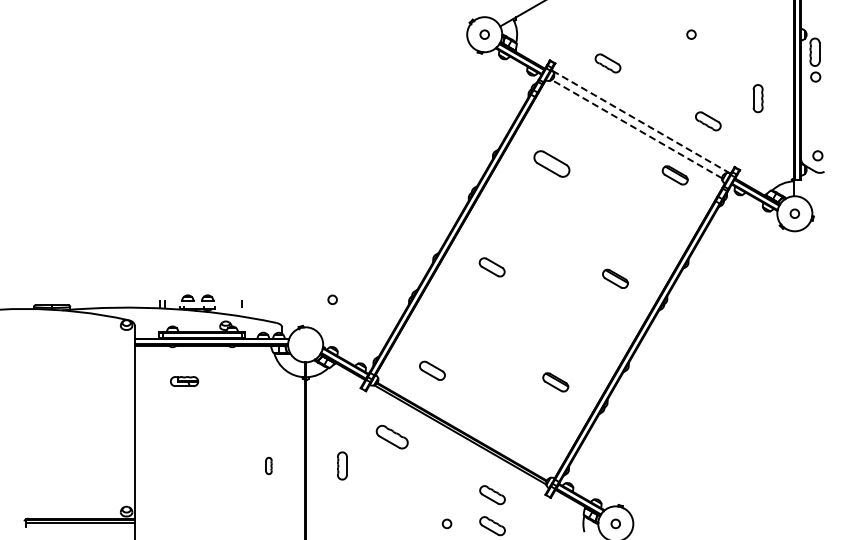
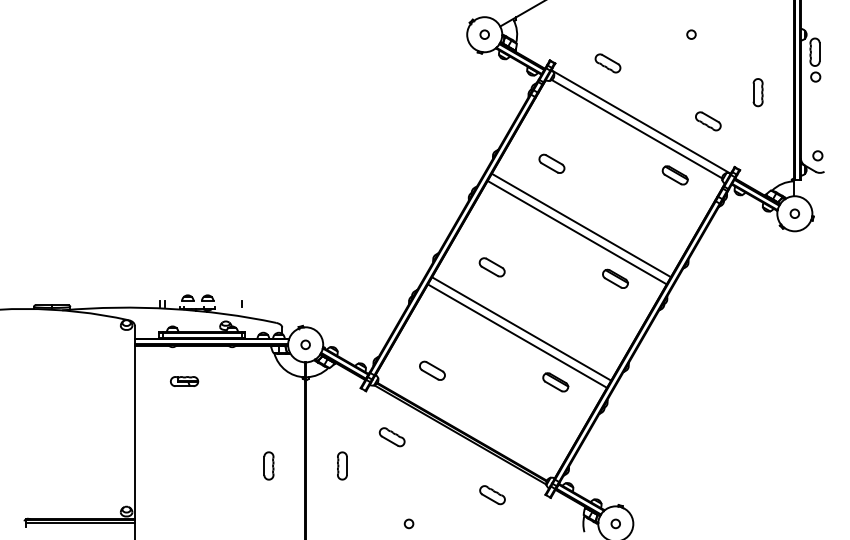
part at (757, 98) position: (757, 98) -> (757, 92)
line at (641, 121): dashed -> solid
line at (636, 128): dashed -> solid
part at (551, 163) size: 38x28 px -> 28x21 px
line at (580, 225): none -> present
line at (576, 232): none -> present
circle at (332, 299) position: (332, 299) -> (305, 344)
line at (521, 328): none -> present
line at (517, 335): none -> present
part at (391, 437) size: 34x25 px -> 28x21 px
part at (268, 465) size: 8x20 px -> 12x30 px
circle at (446, 523) position: (446, 523) -> (408, 523)
part at (492, 526): present -> none
